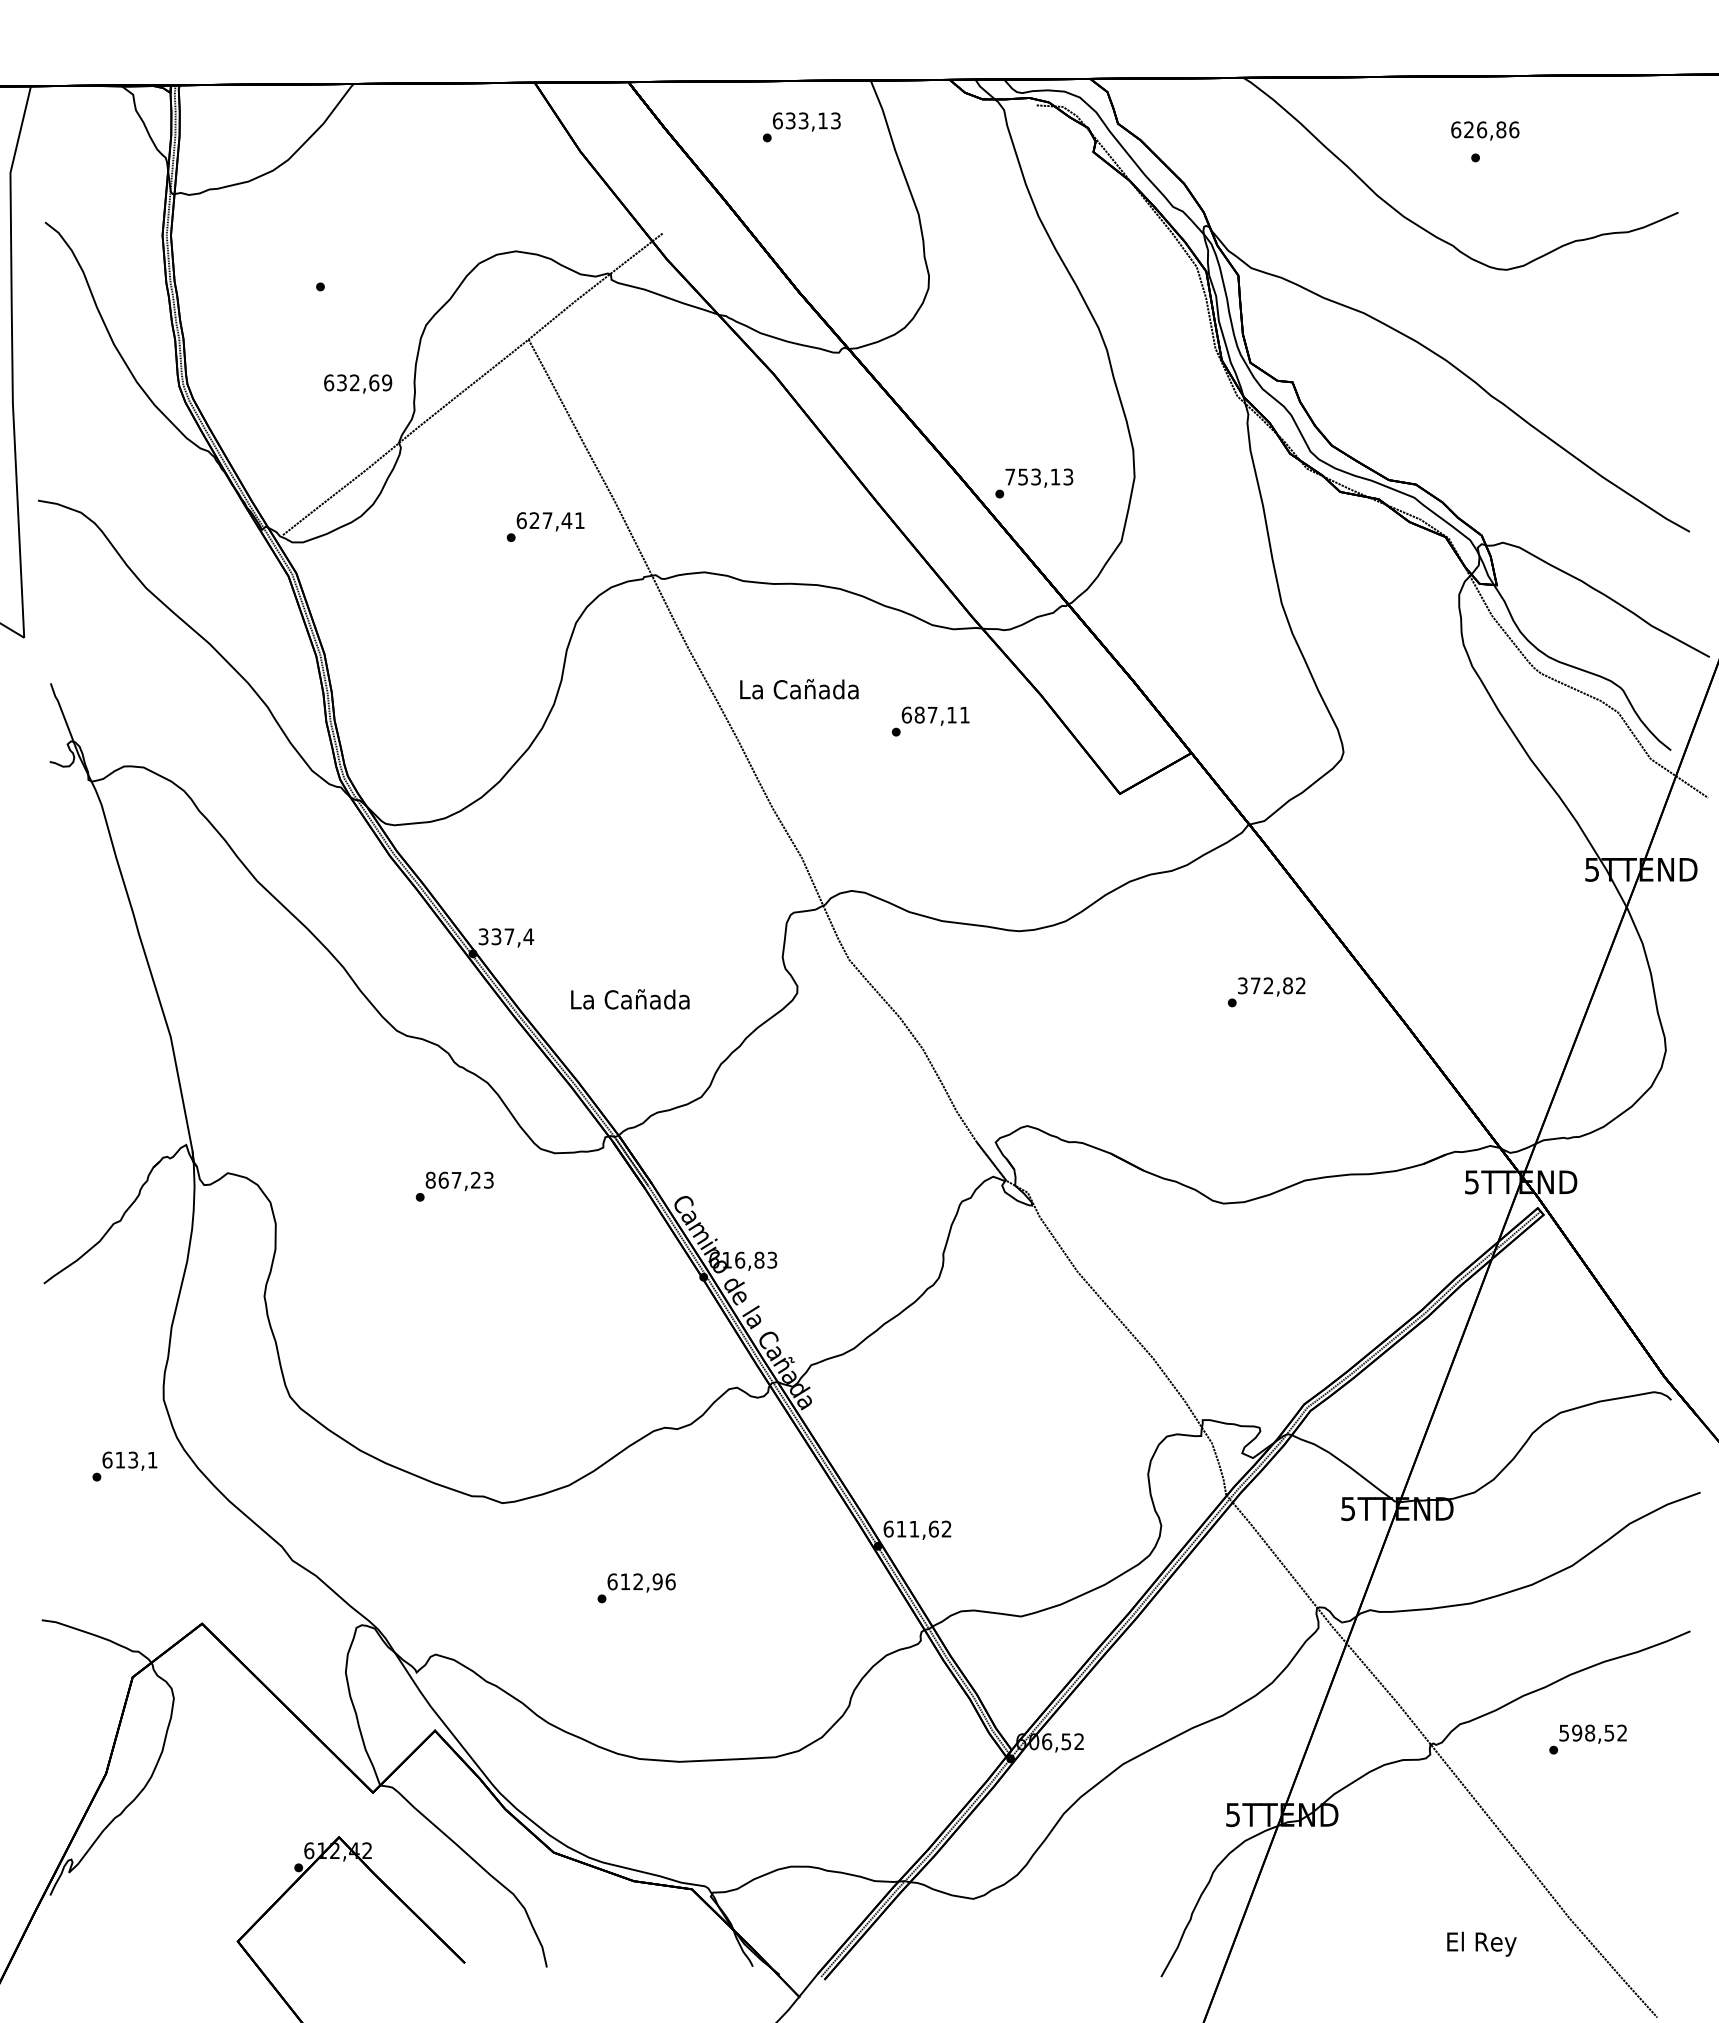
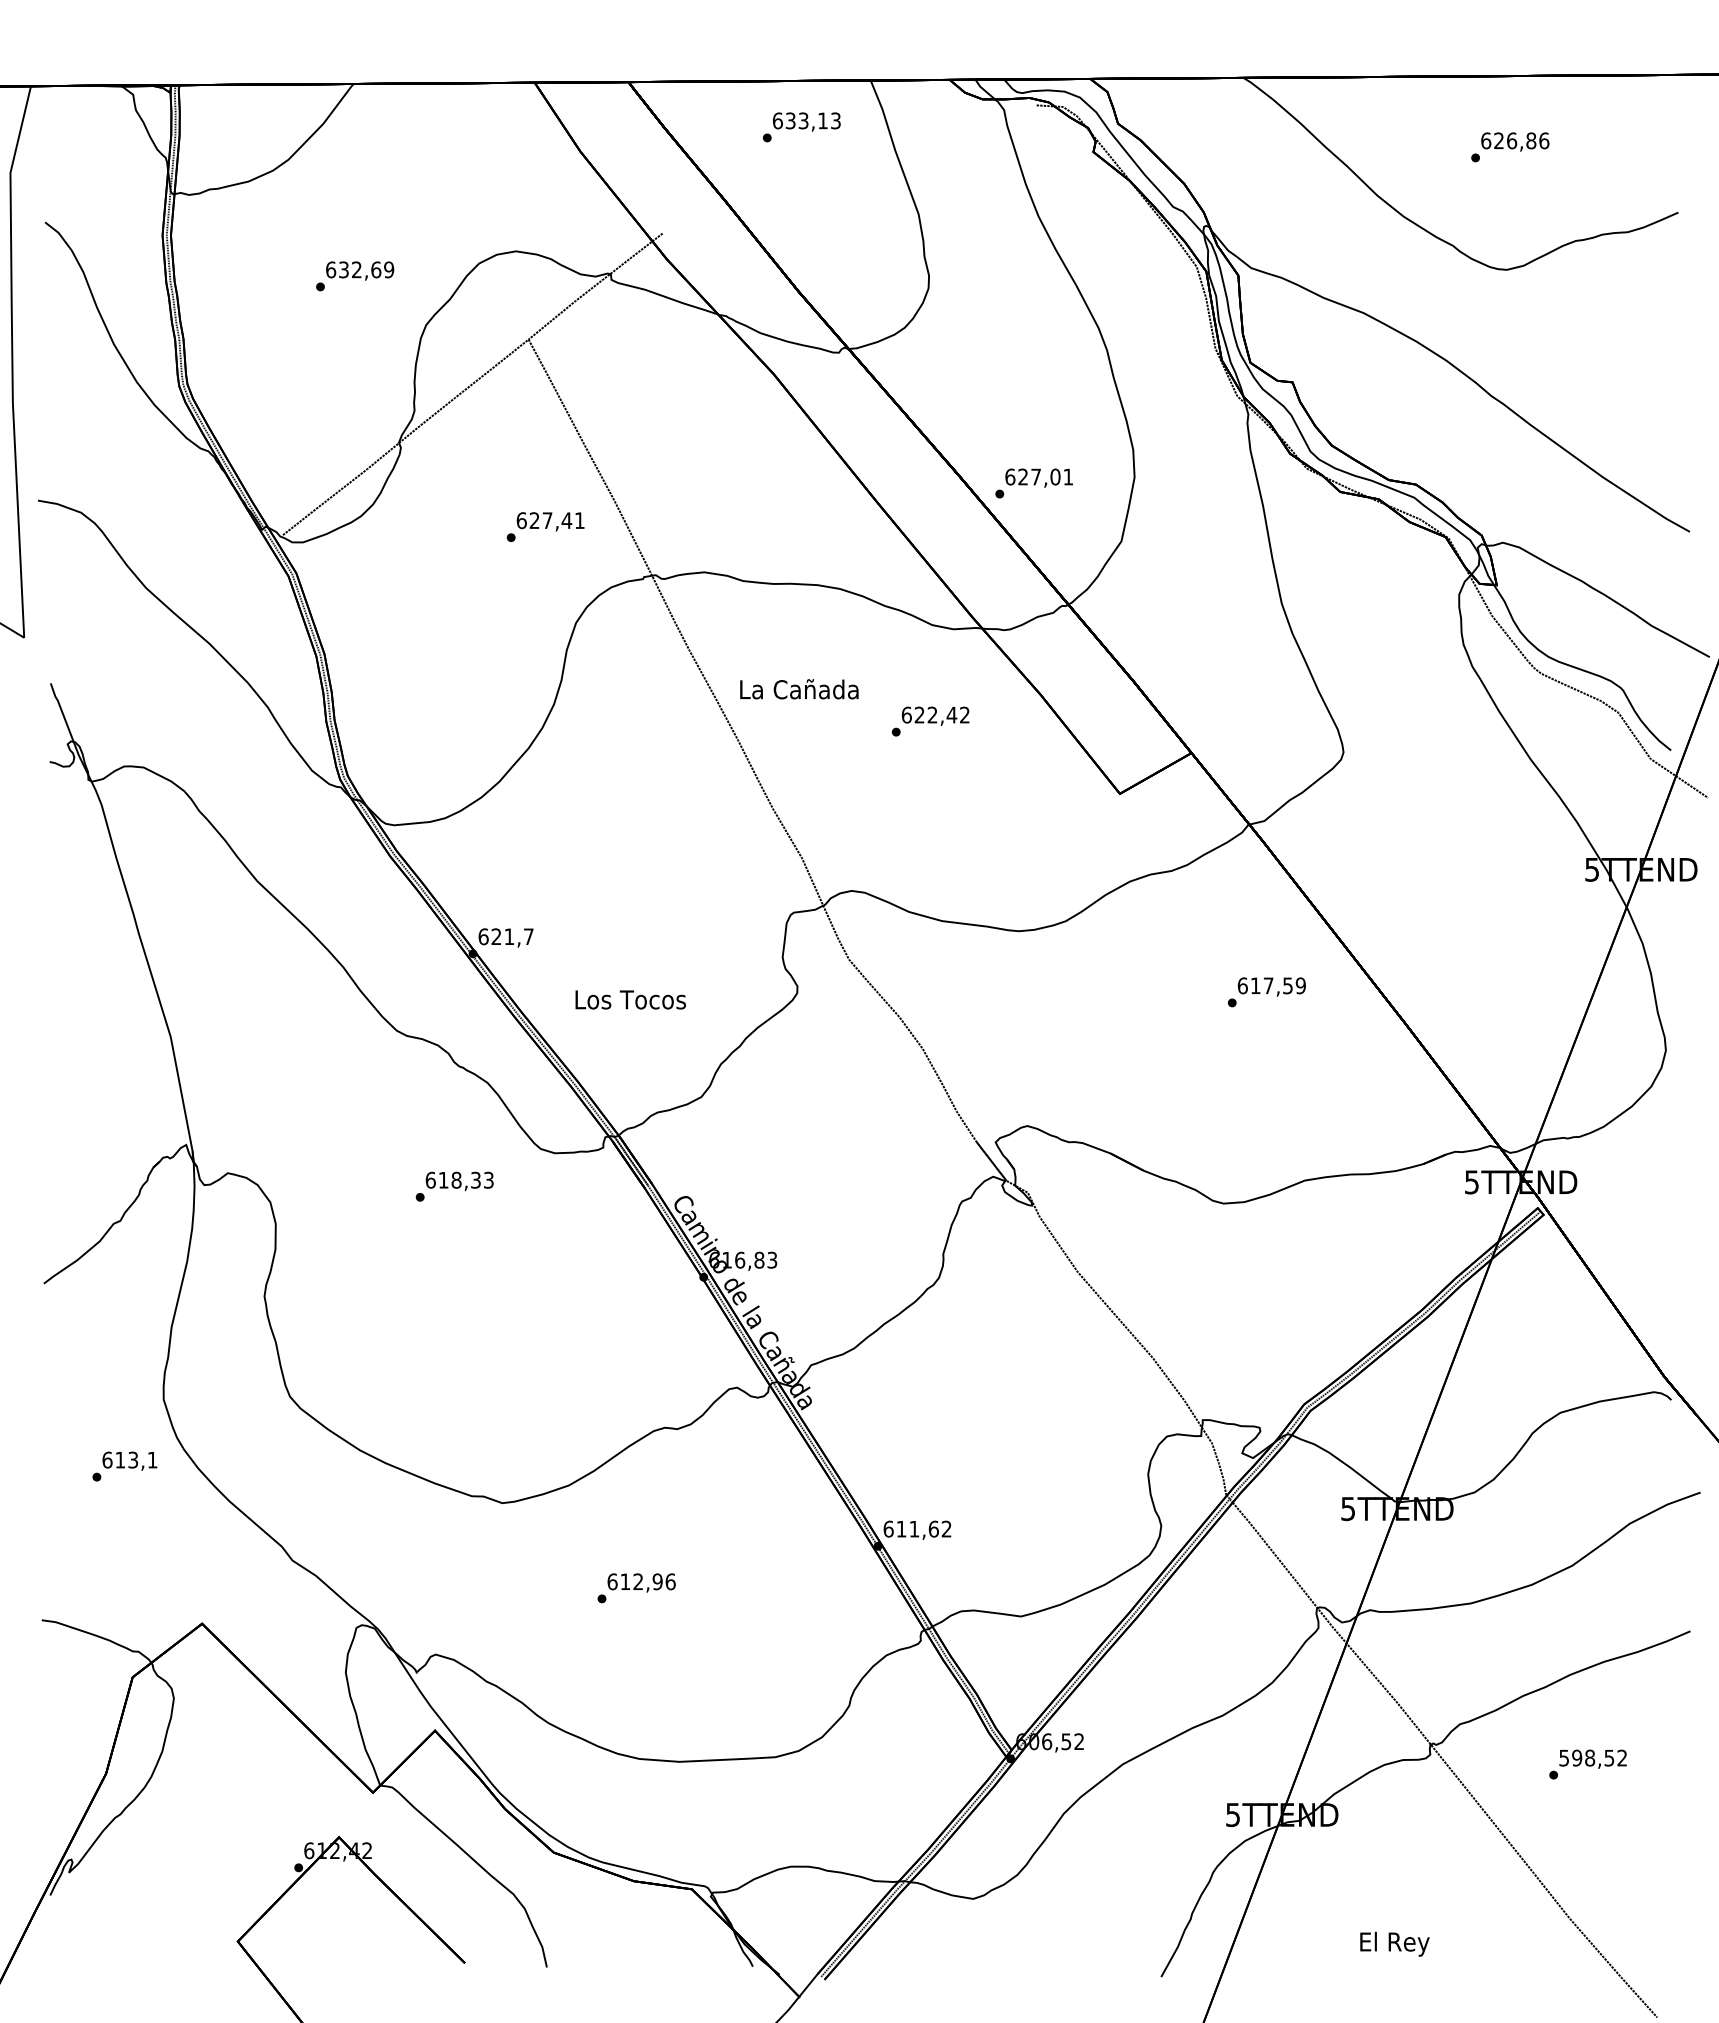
text at (1485, 130) position: (1485, 130) -> (1515, 141)
text at (358, 383) position: (358, 383) -> (360, 270)
text at (1039, 476): 753,13 -> 627,01
text at (941, 714): 687,11 -> 622,42
text at (506, 936): 337,4 -> 621,7
text at (1271, 985): 372,82 -> 617,59
text at (630, 999): La Cañada -> Los Tocos
text at (452, 1179): 867,23 -> 618,33
text at (1587, 1739) position: (1587, 1739) -> (1587, 1764)
text at (1481, 1943) position: (1481, 1943) -> (1394, 1943)
